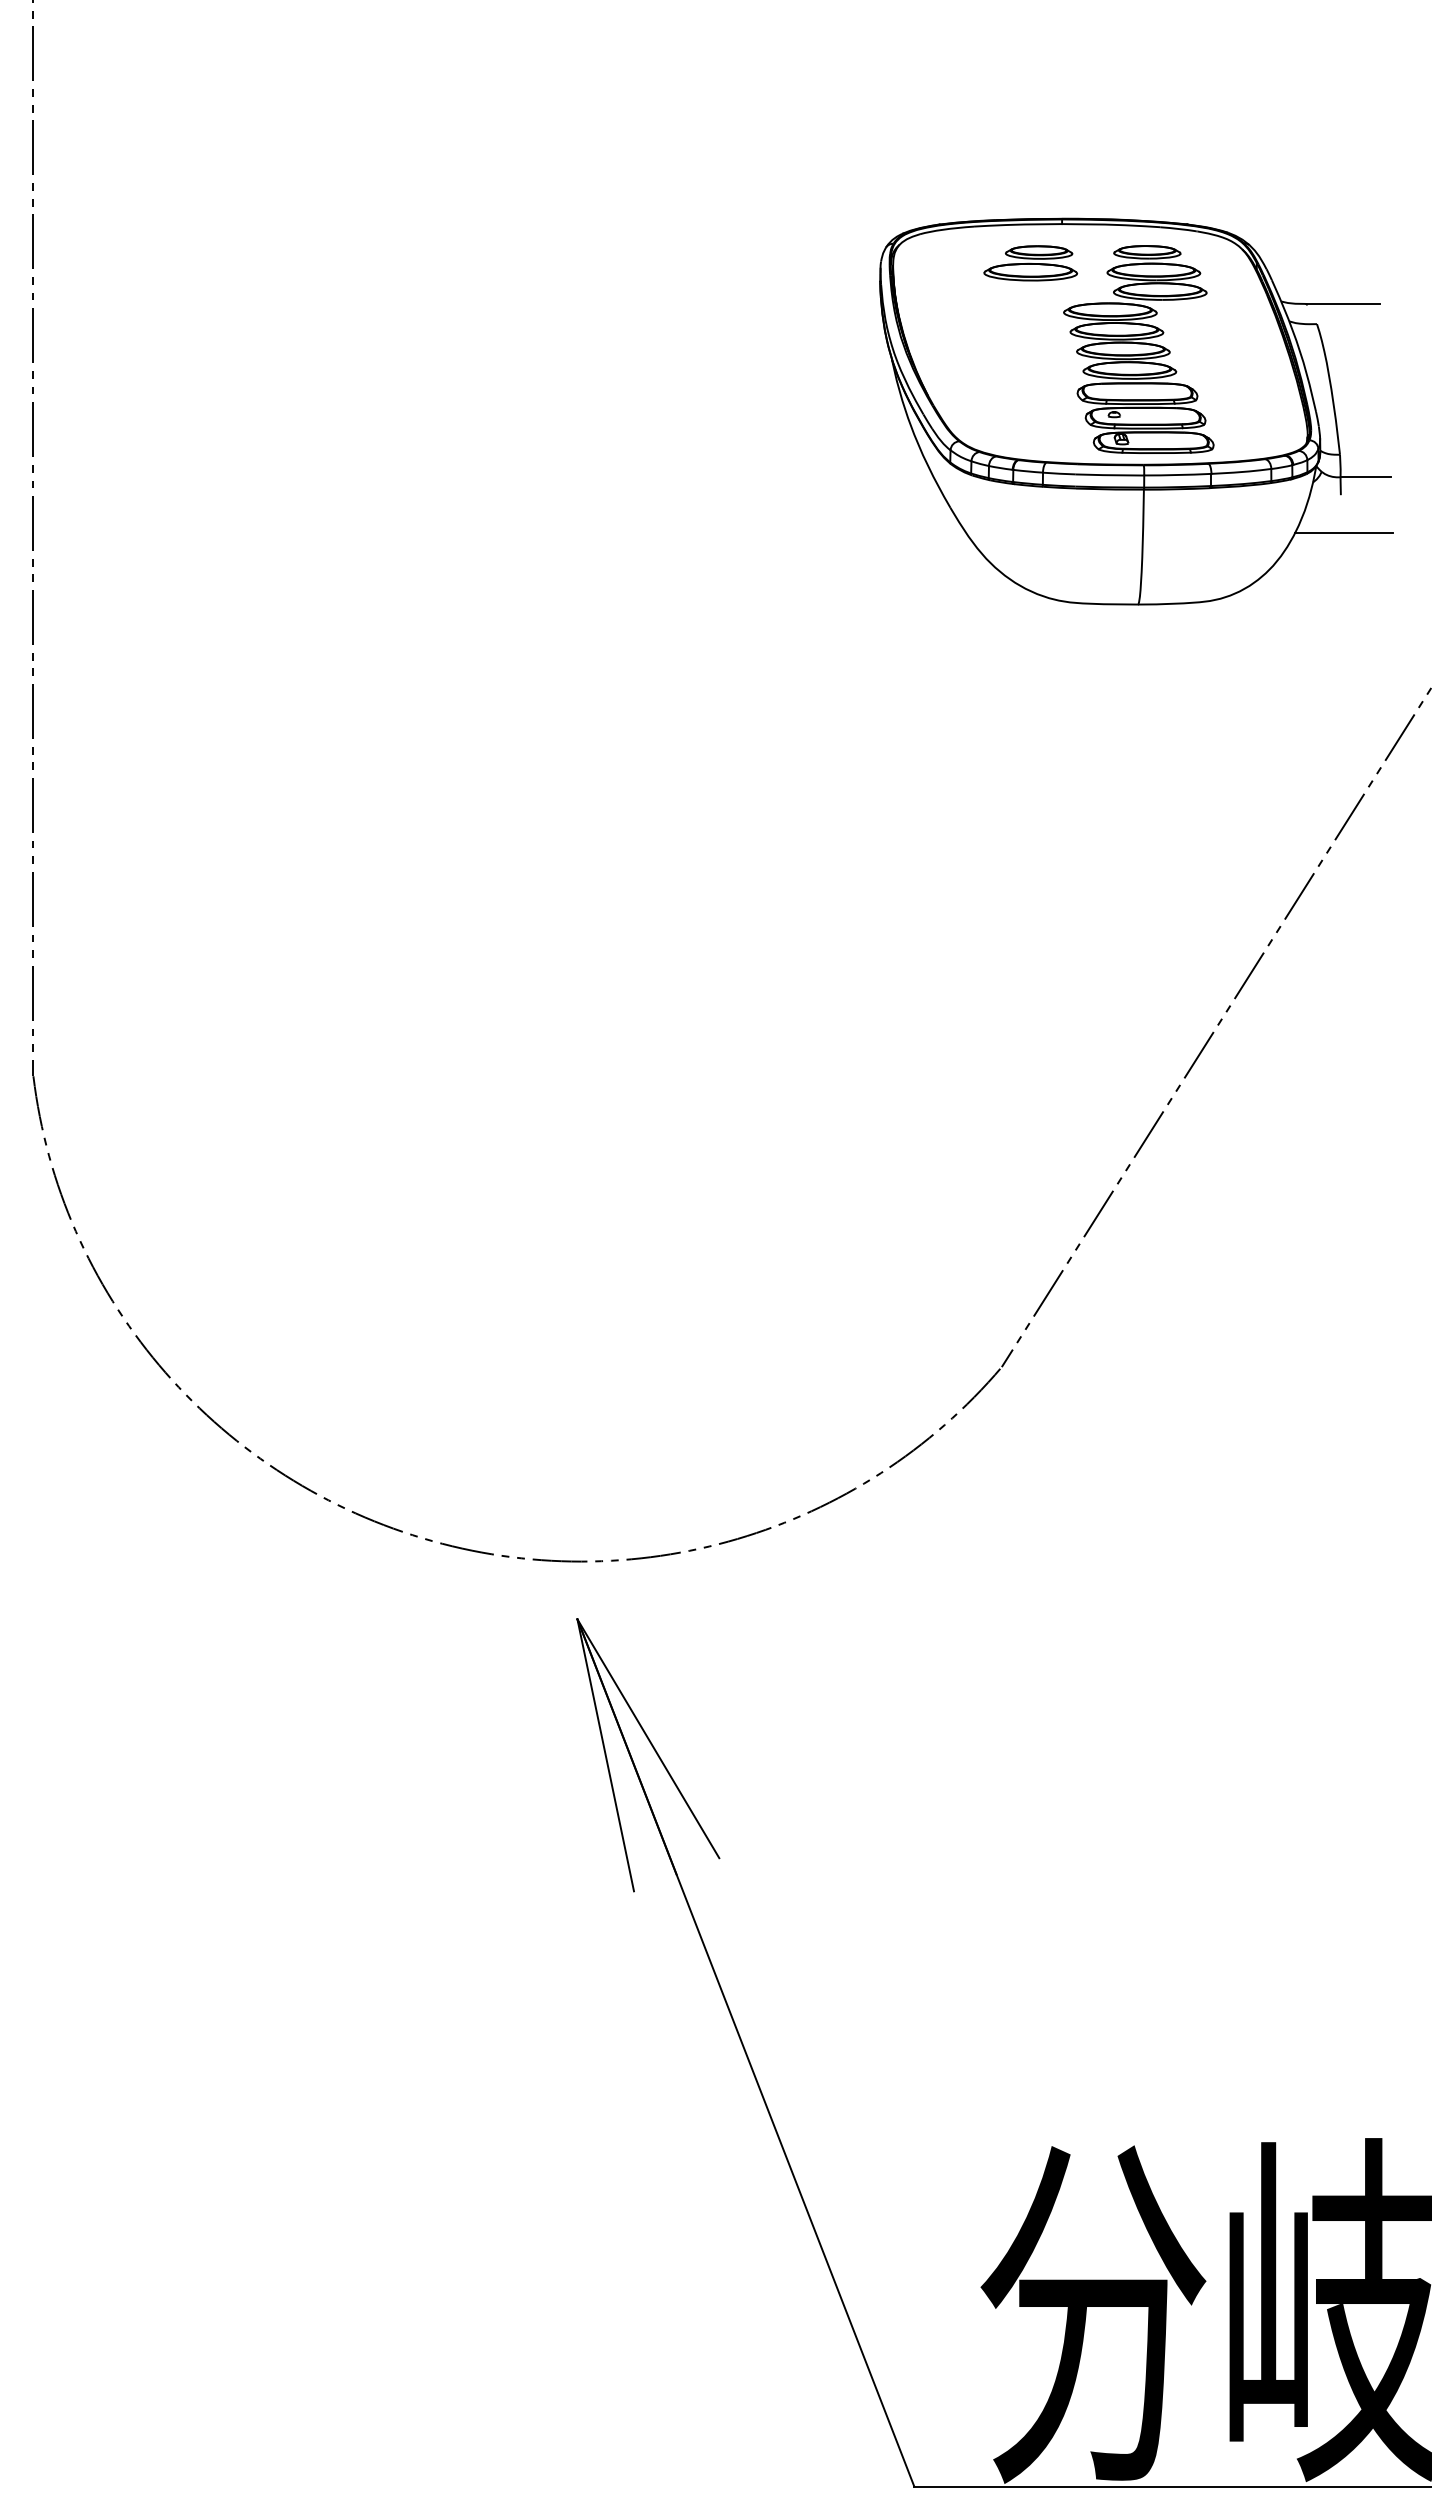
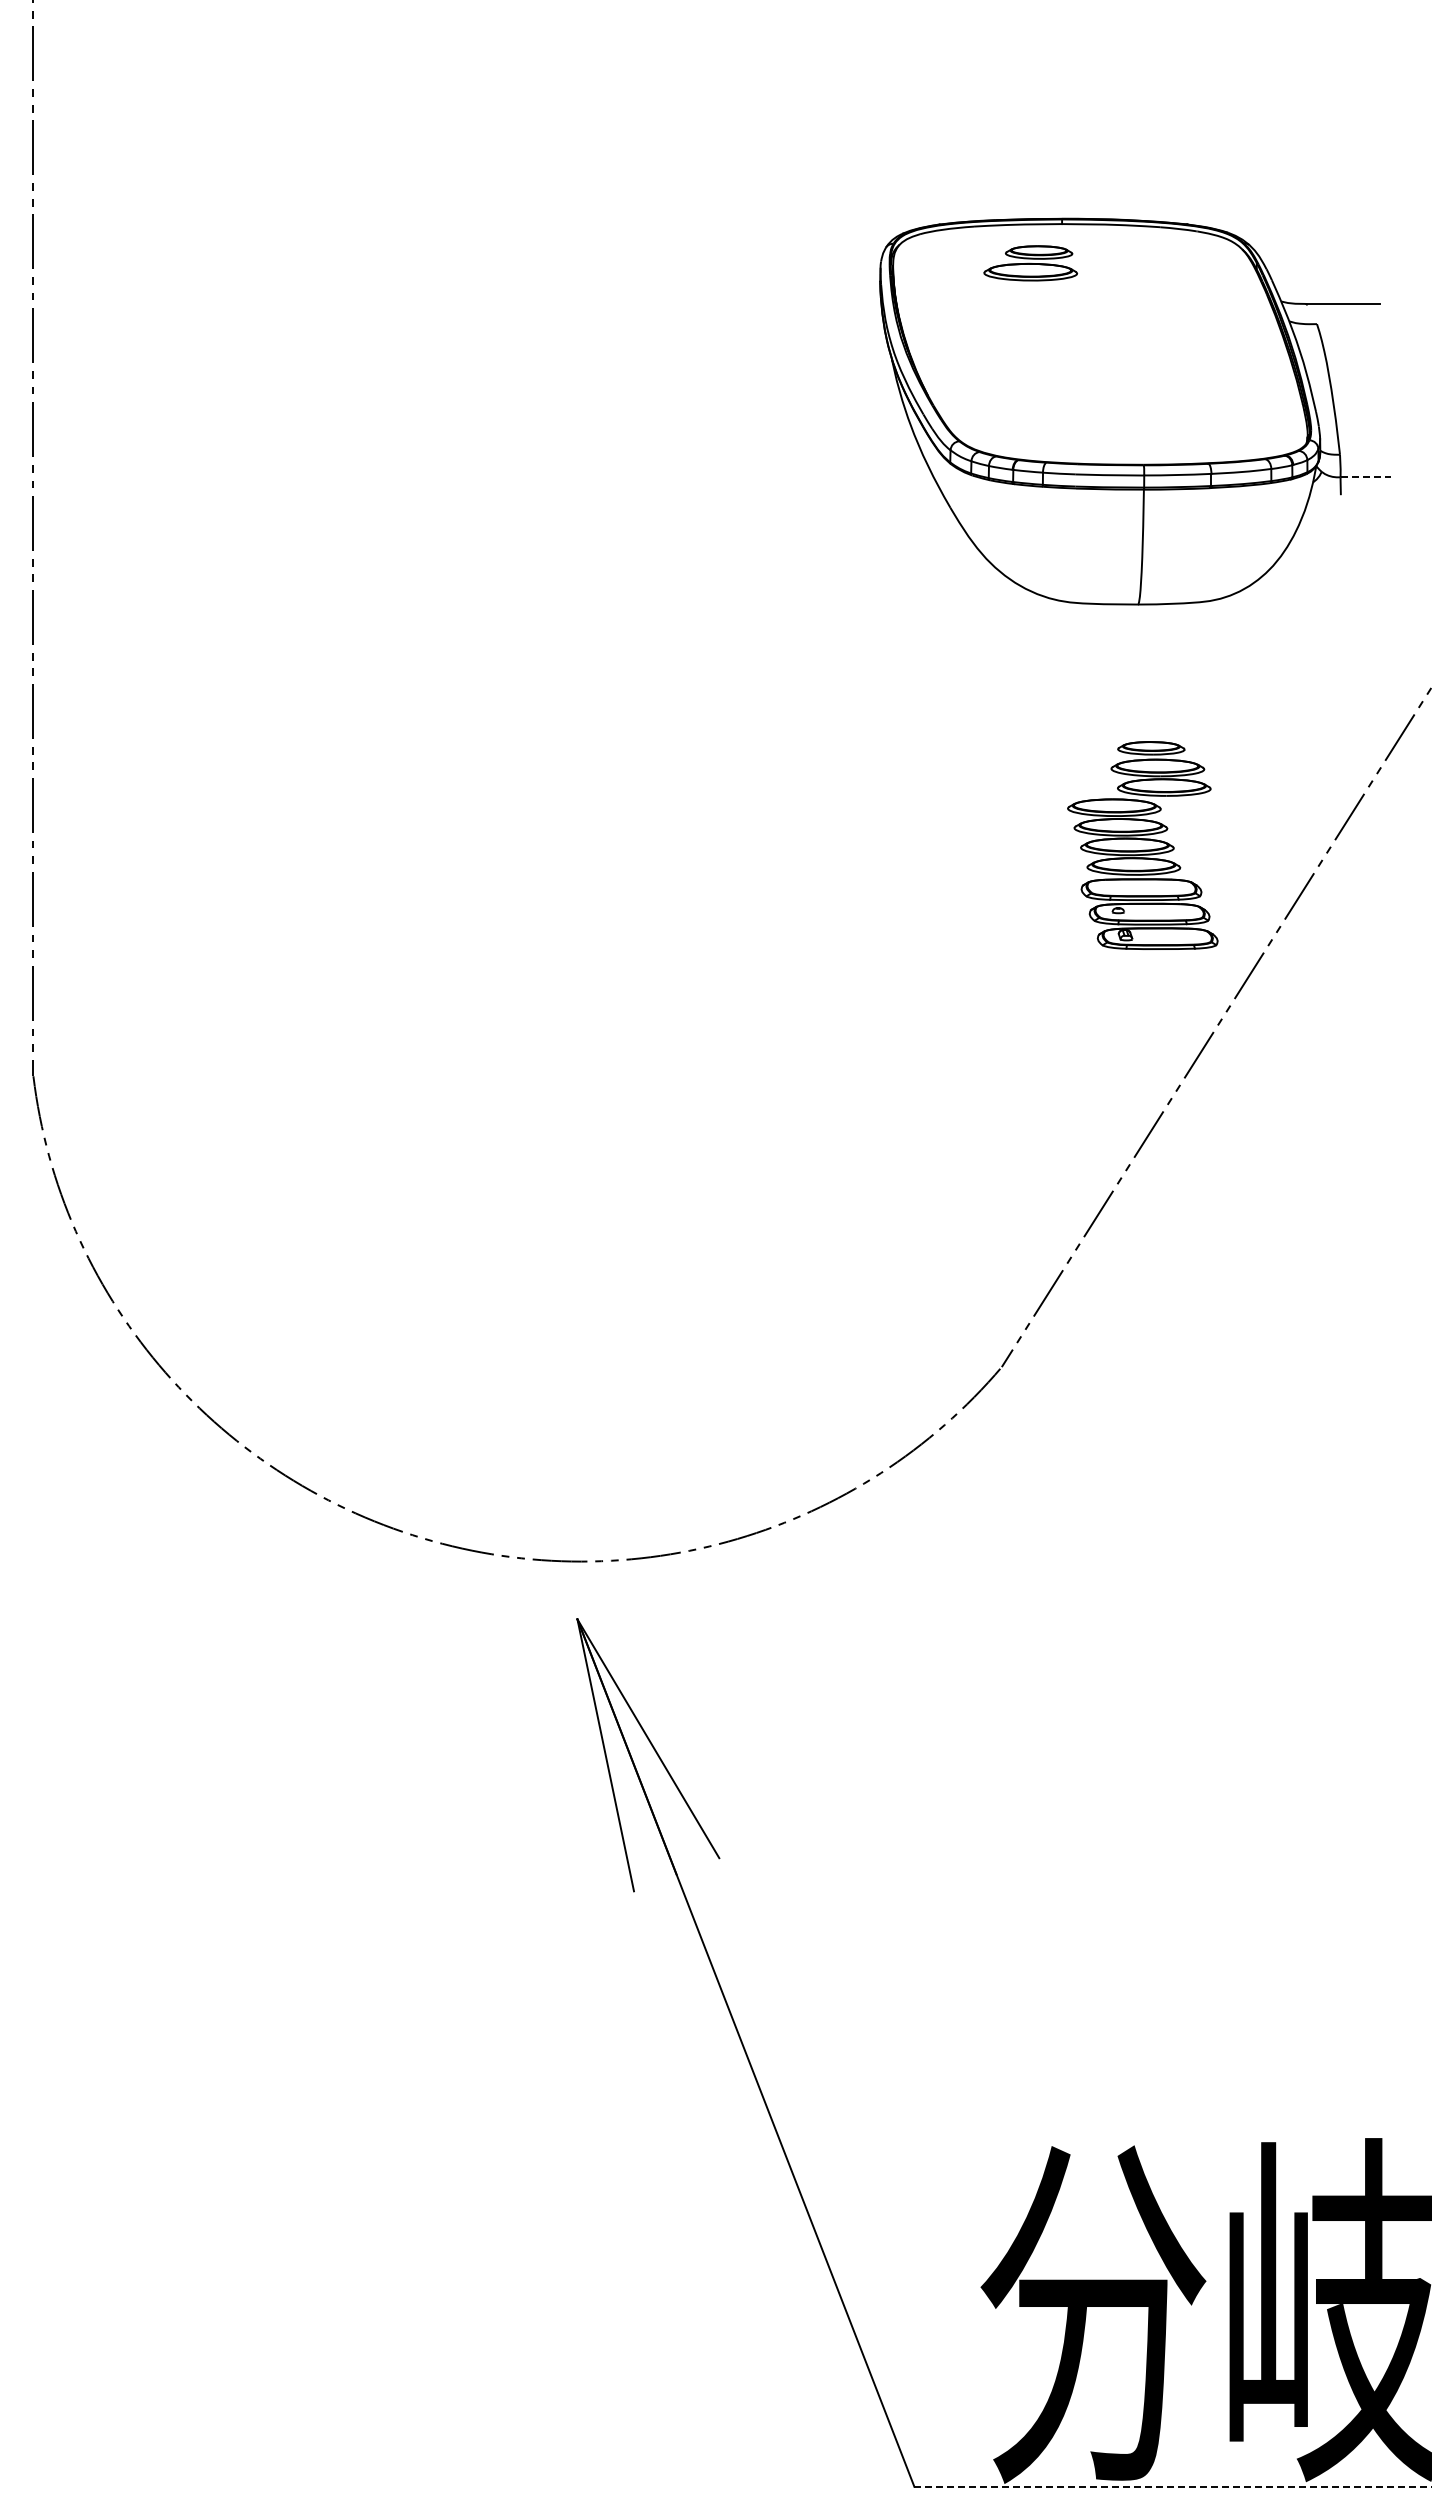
part at (1138, 349) position: (1138, 349) -> (1142, 845)
line at (1366, 477): solid -> dashed
line at (1344, 533): present -> none
line at (1173, 2486): solid -> dashed
